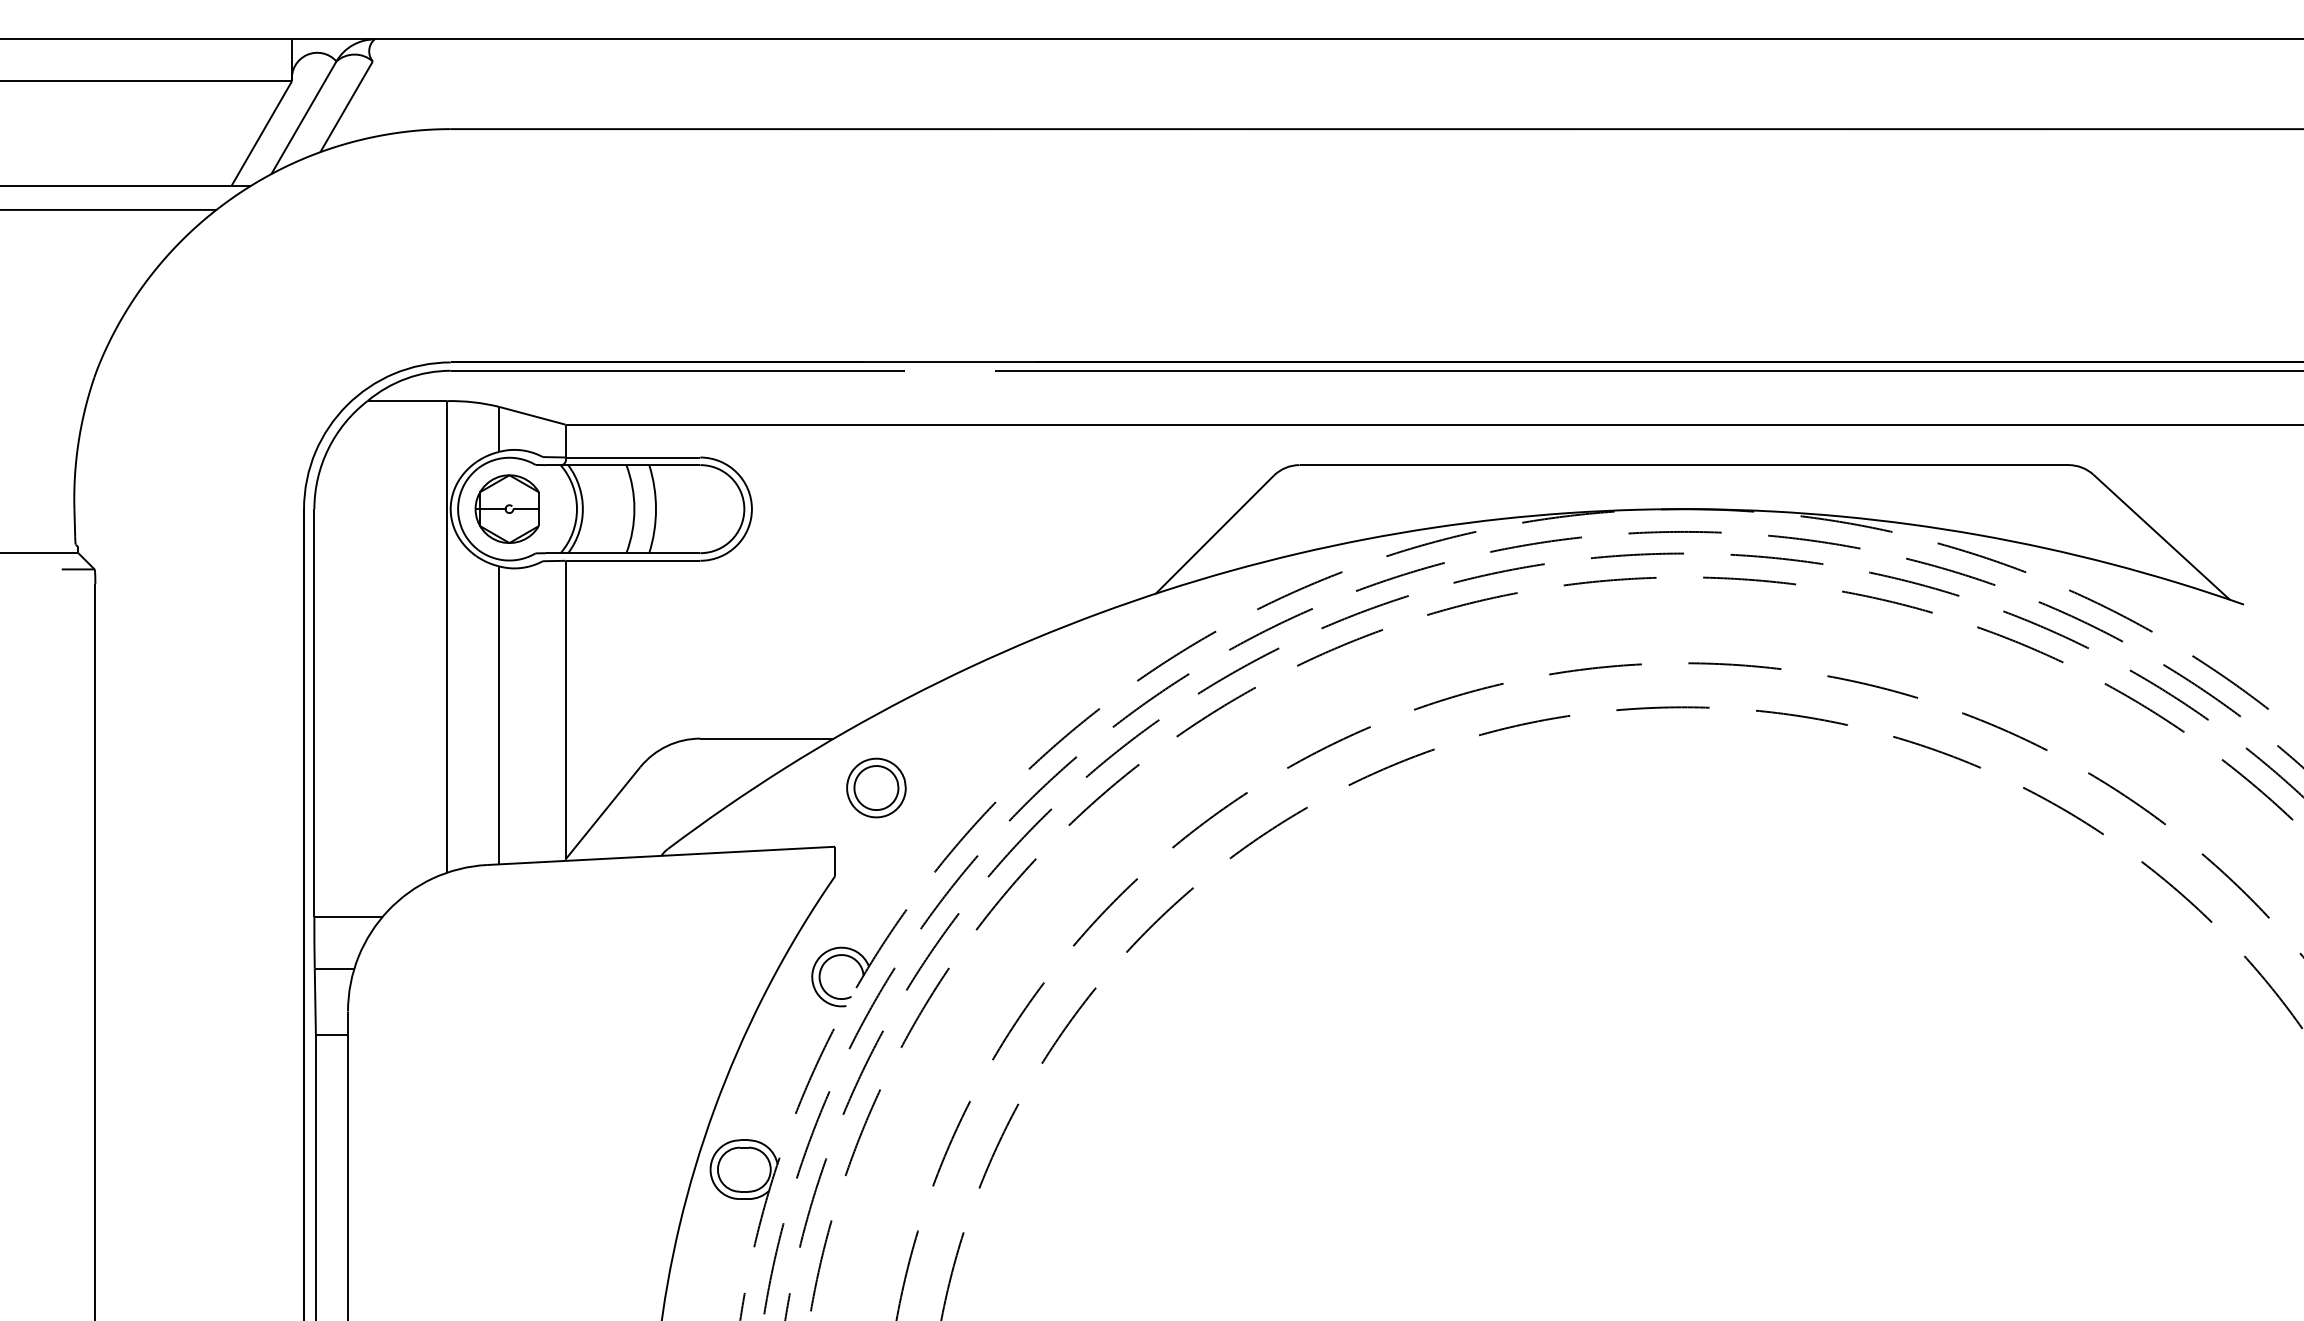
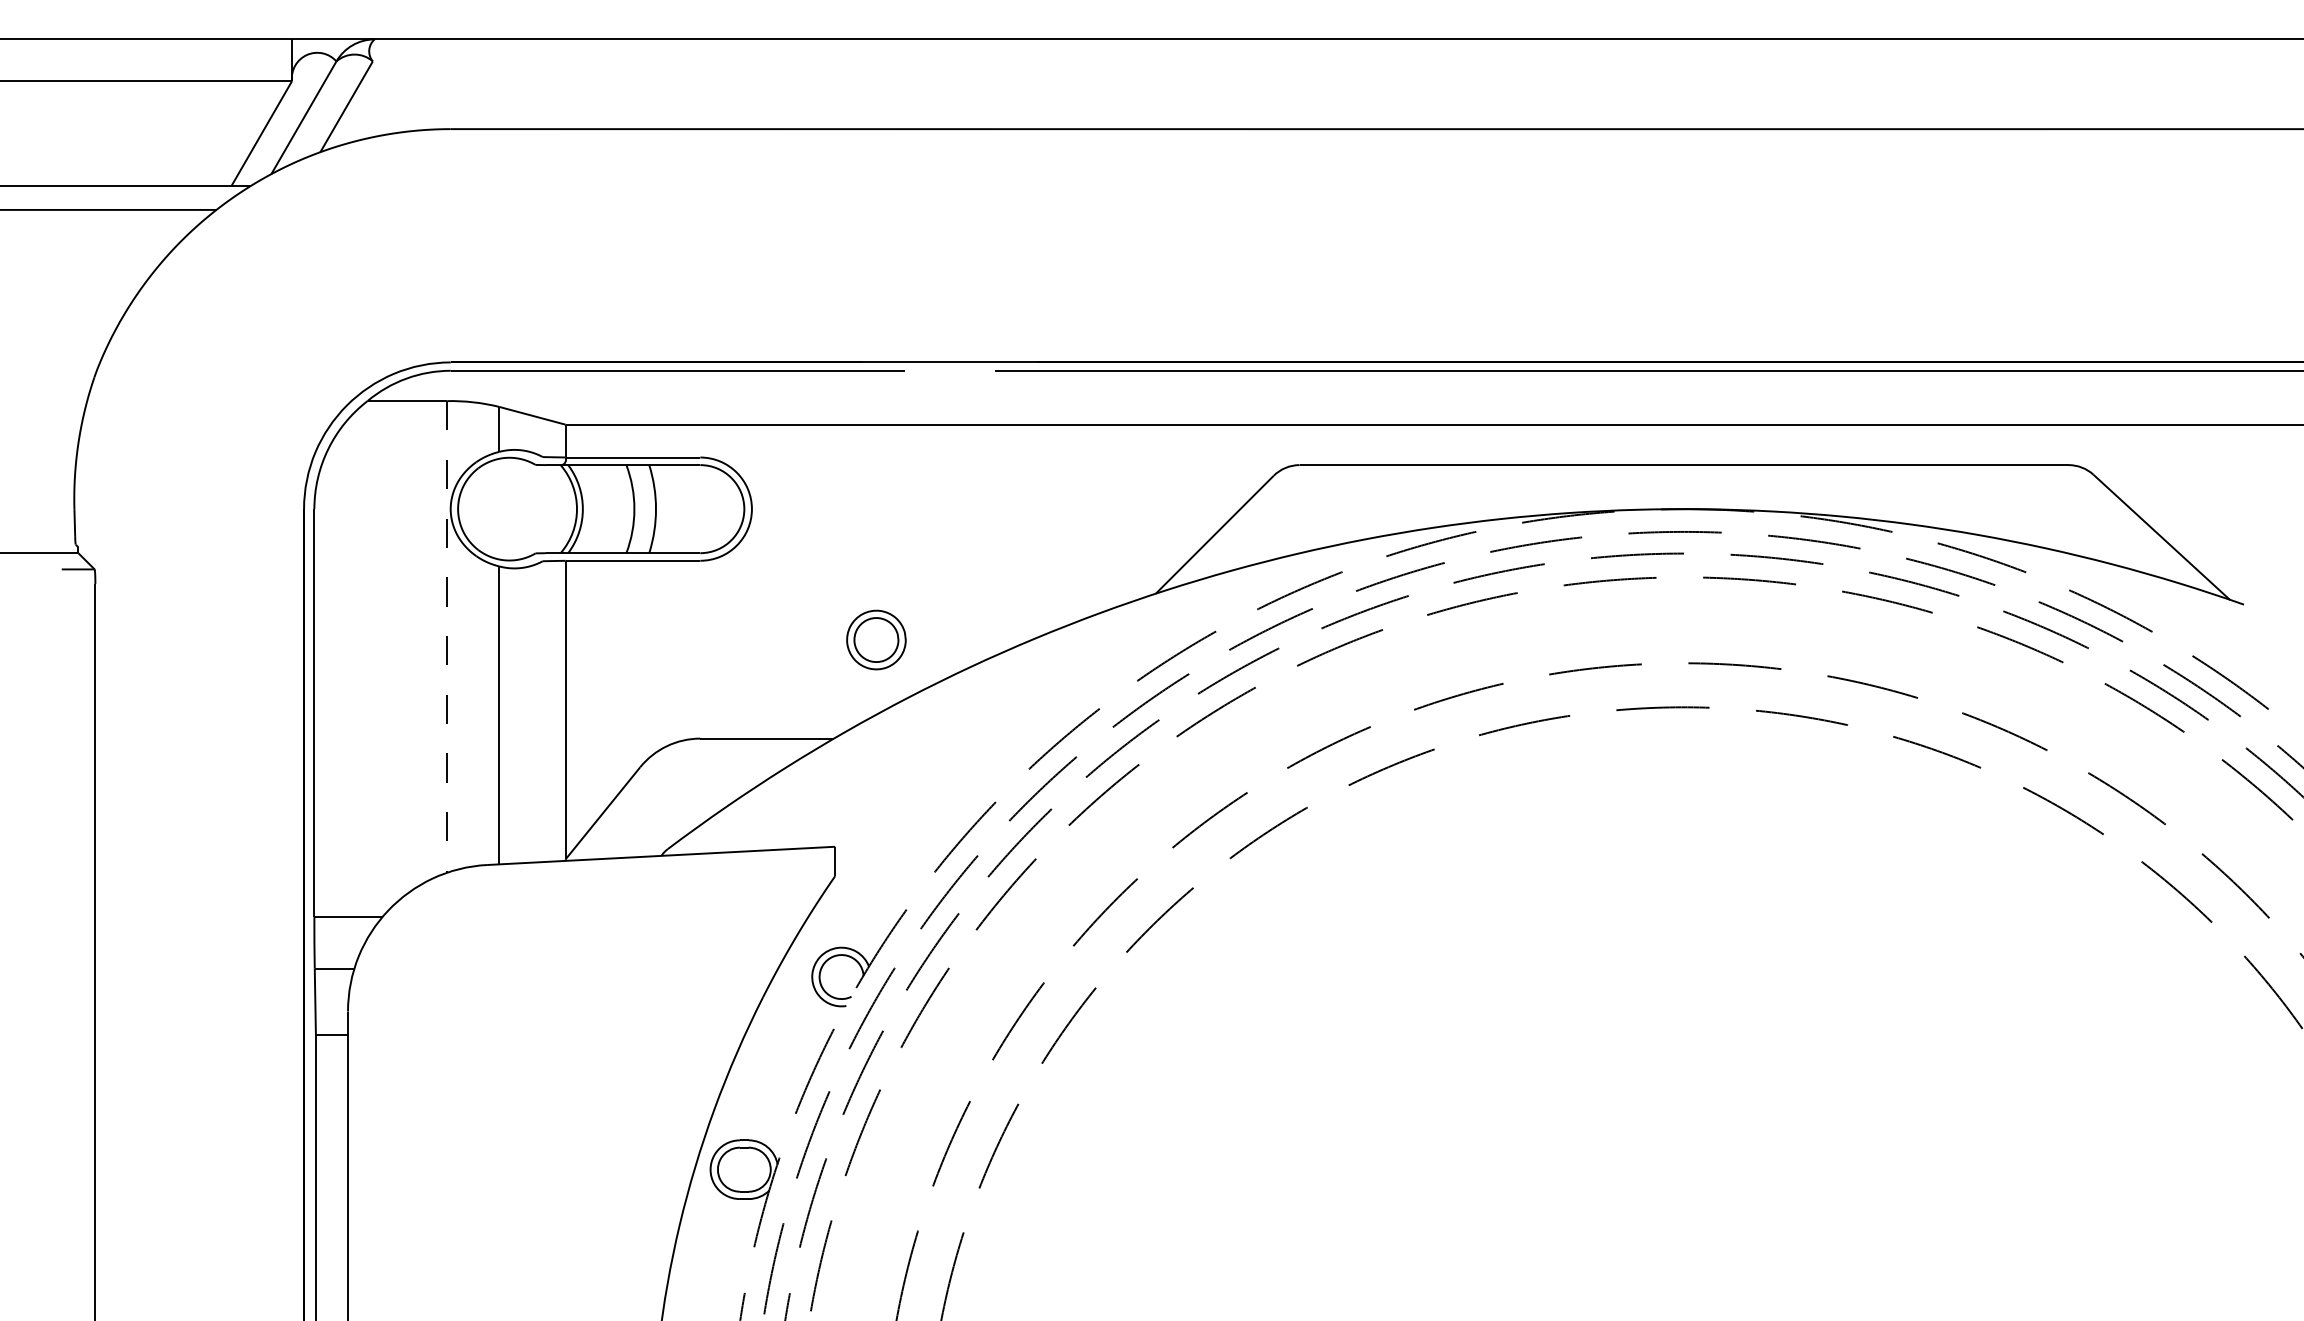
part at (506, 508): present -> none
line at (447, 636): solid -> dashed
part at (876, 787) position: (876, 787) -> (876, 639)
